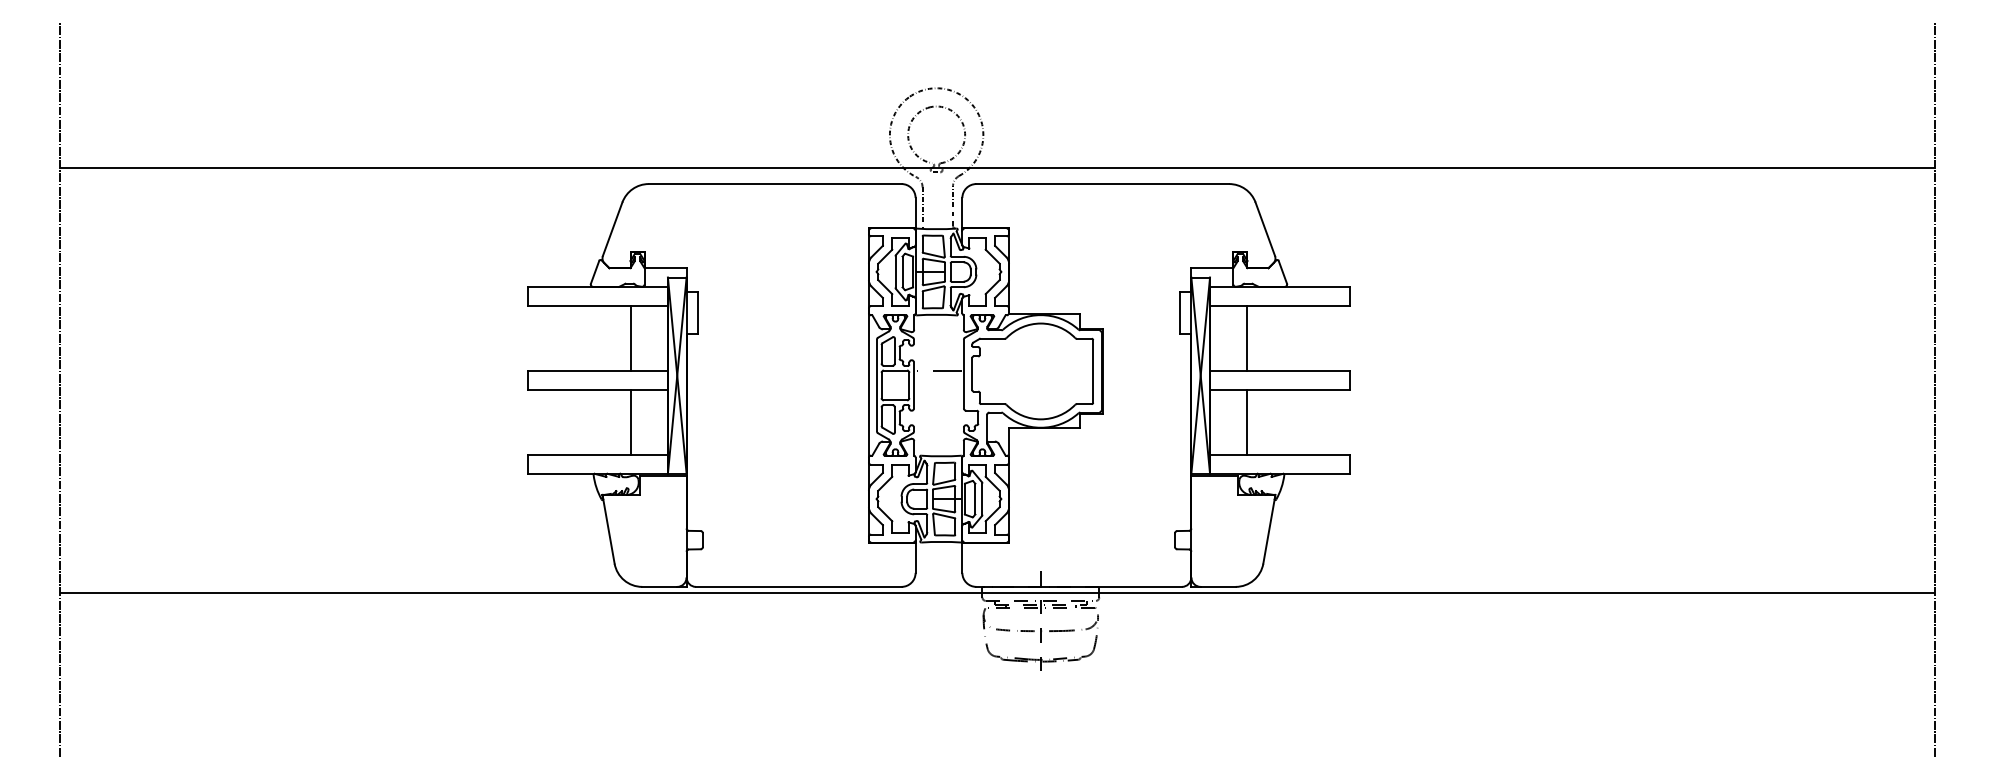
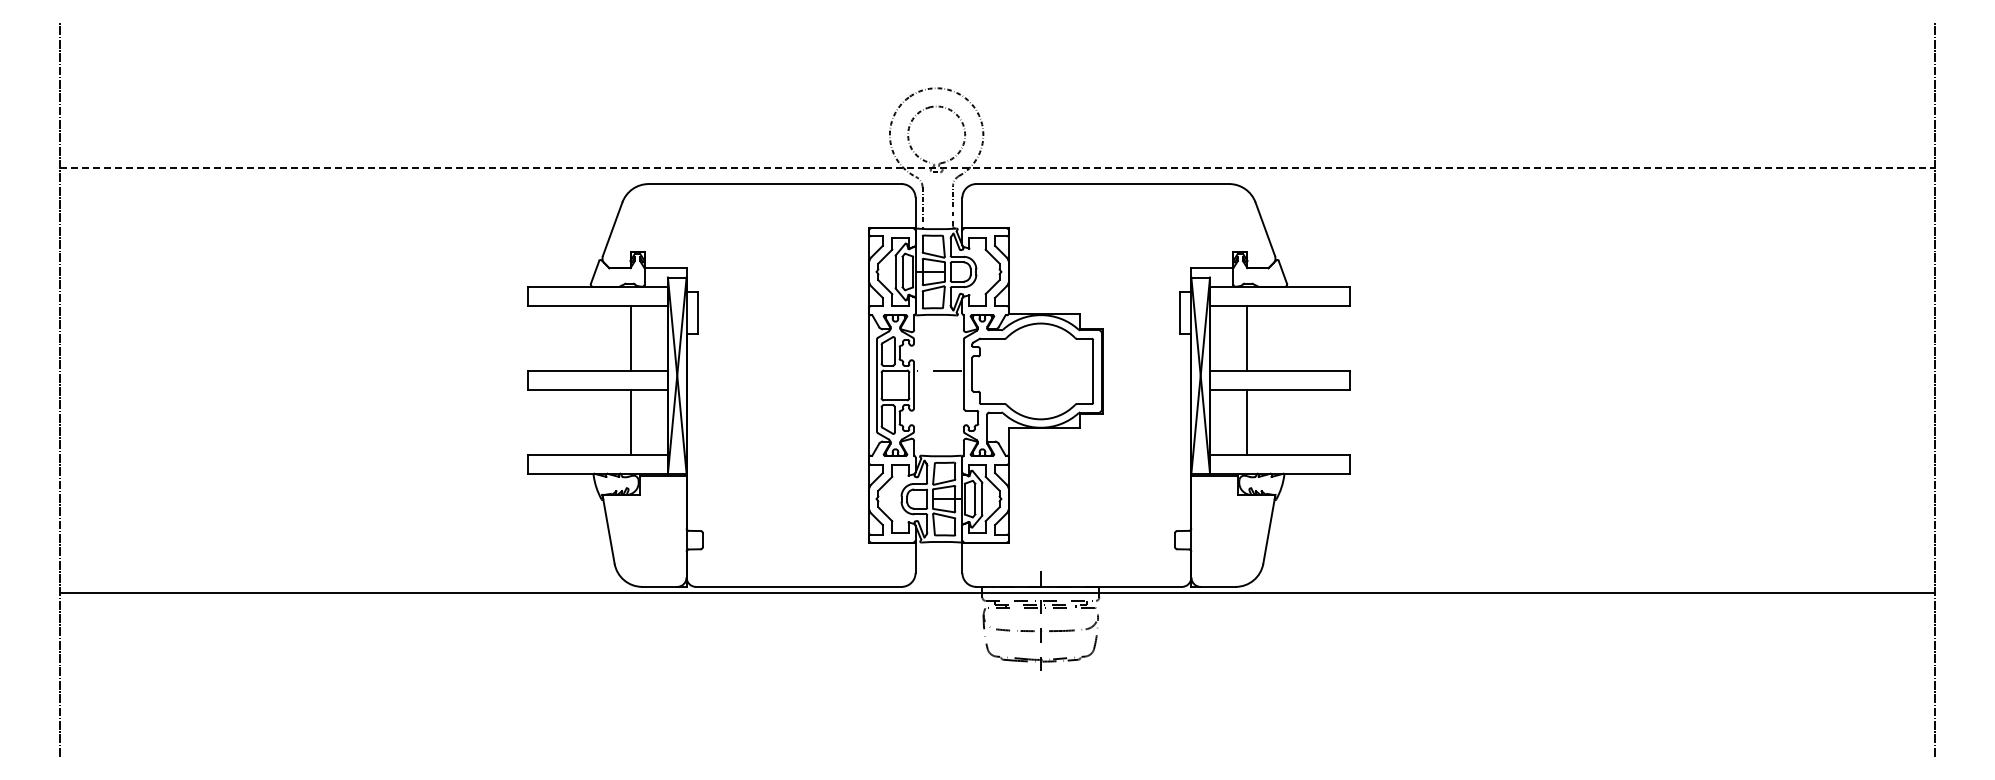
line at (997, 167): solid -> dashed
